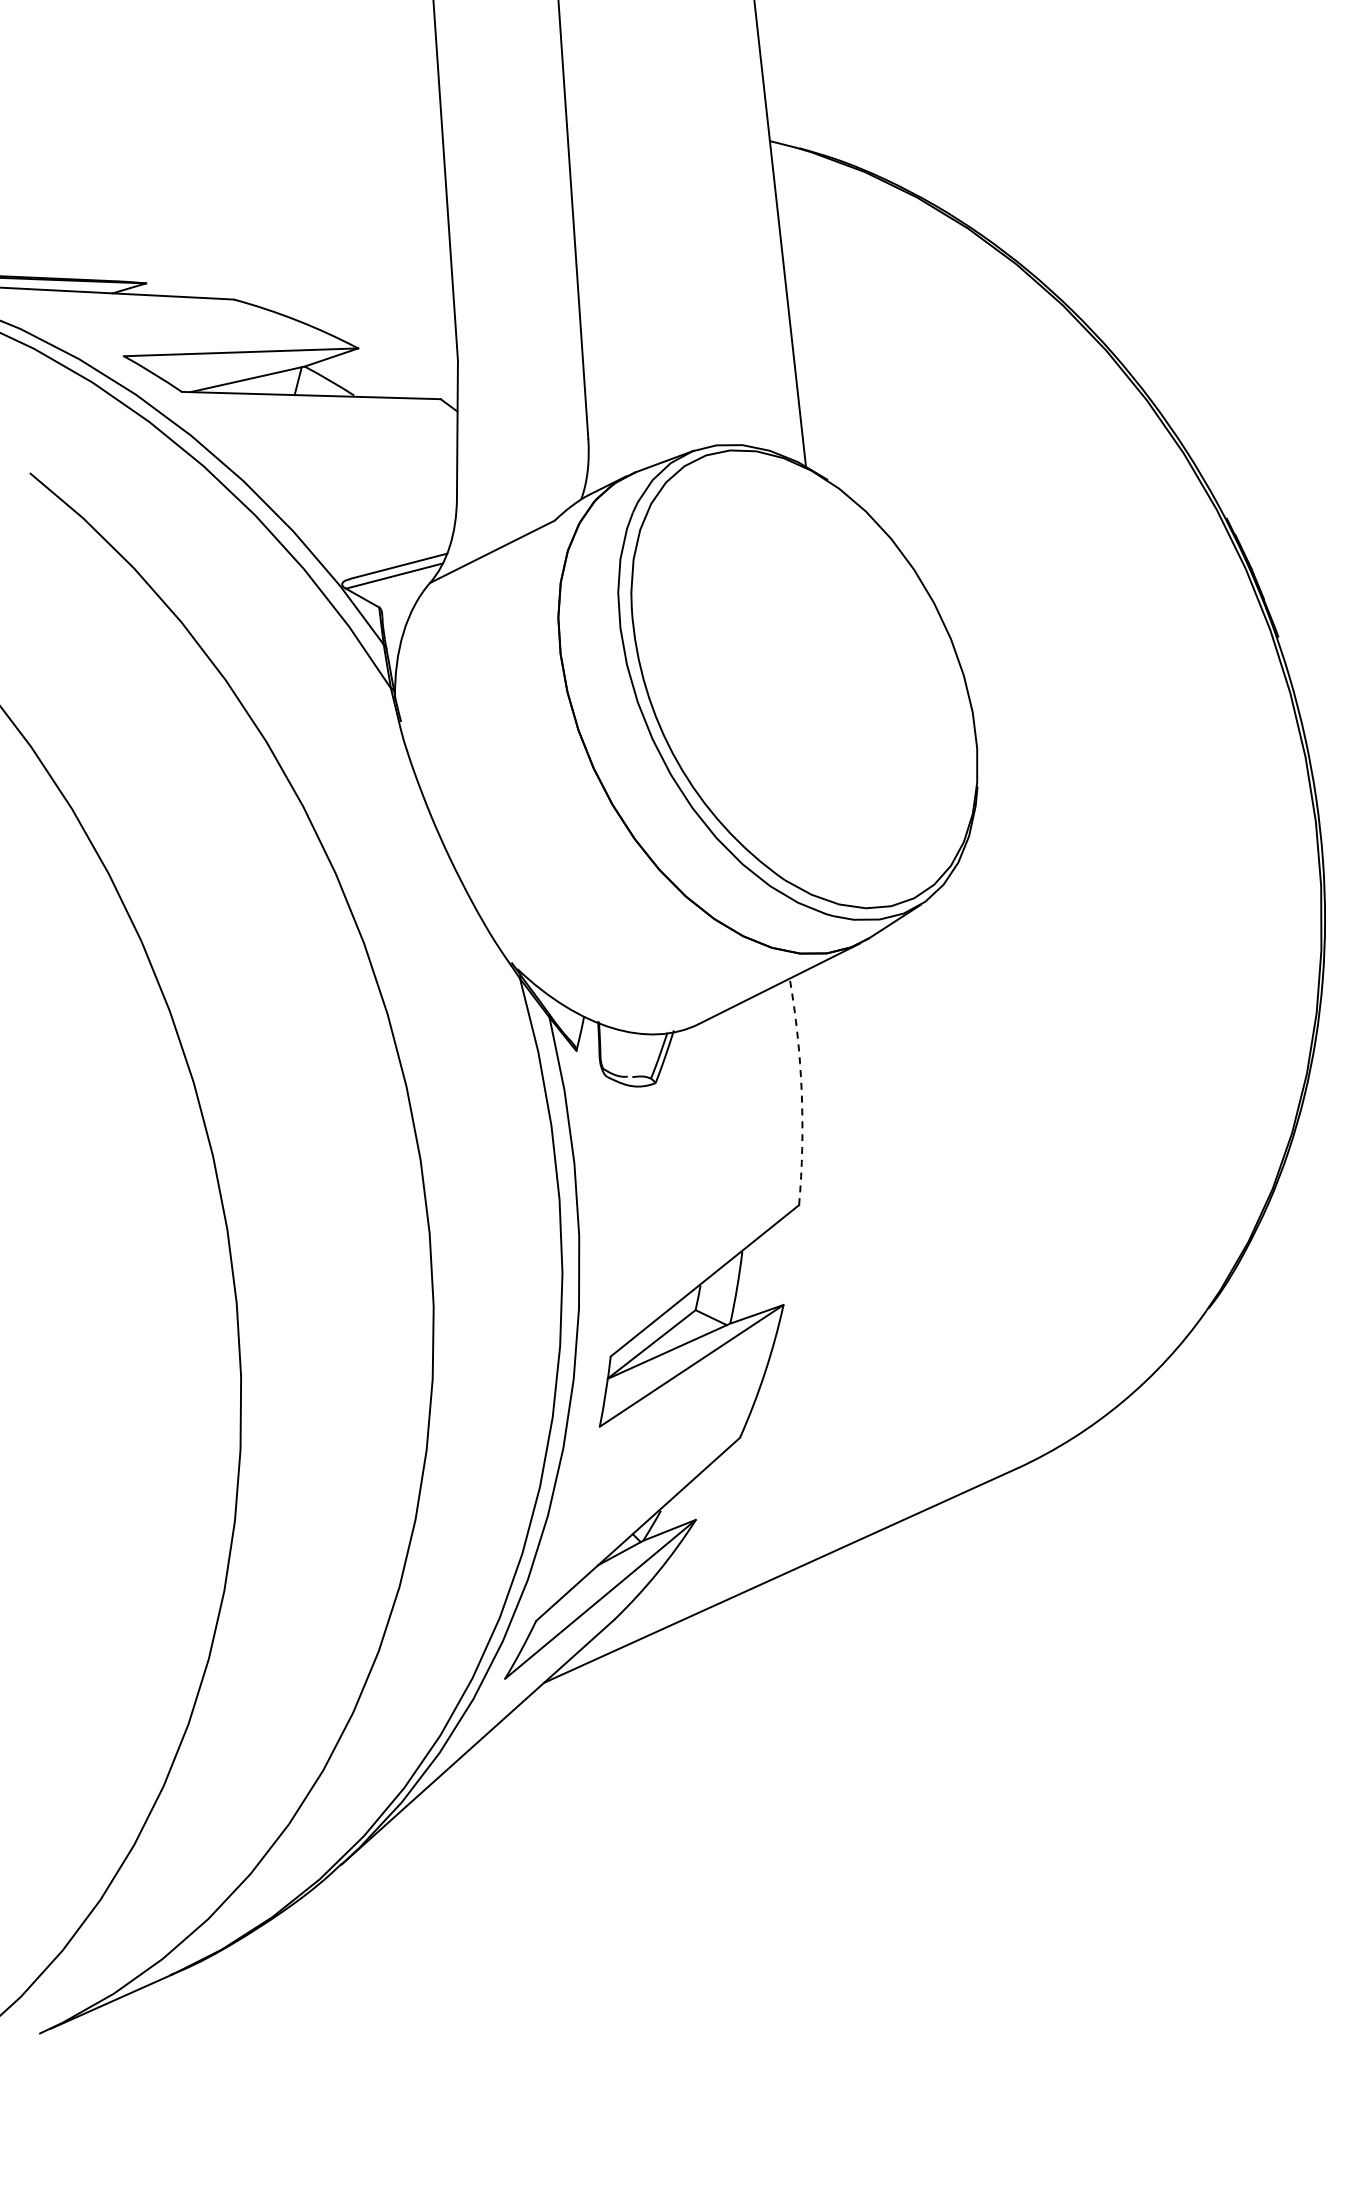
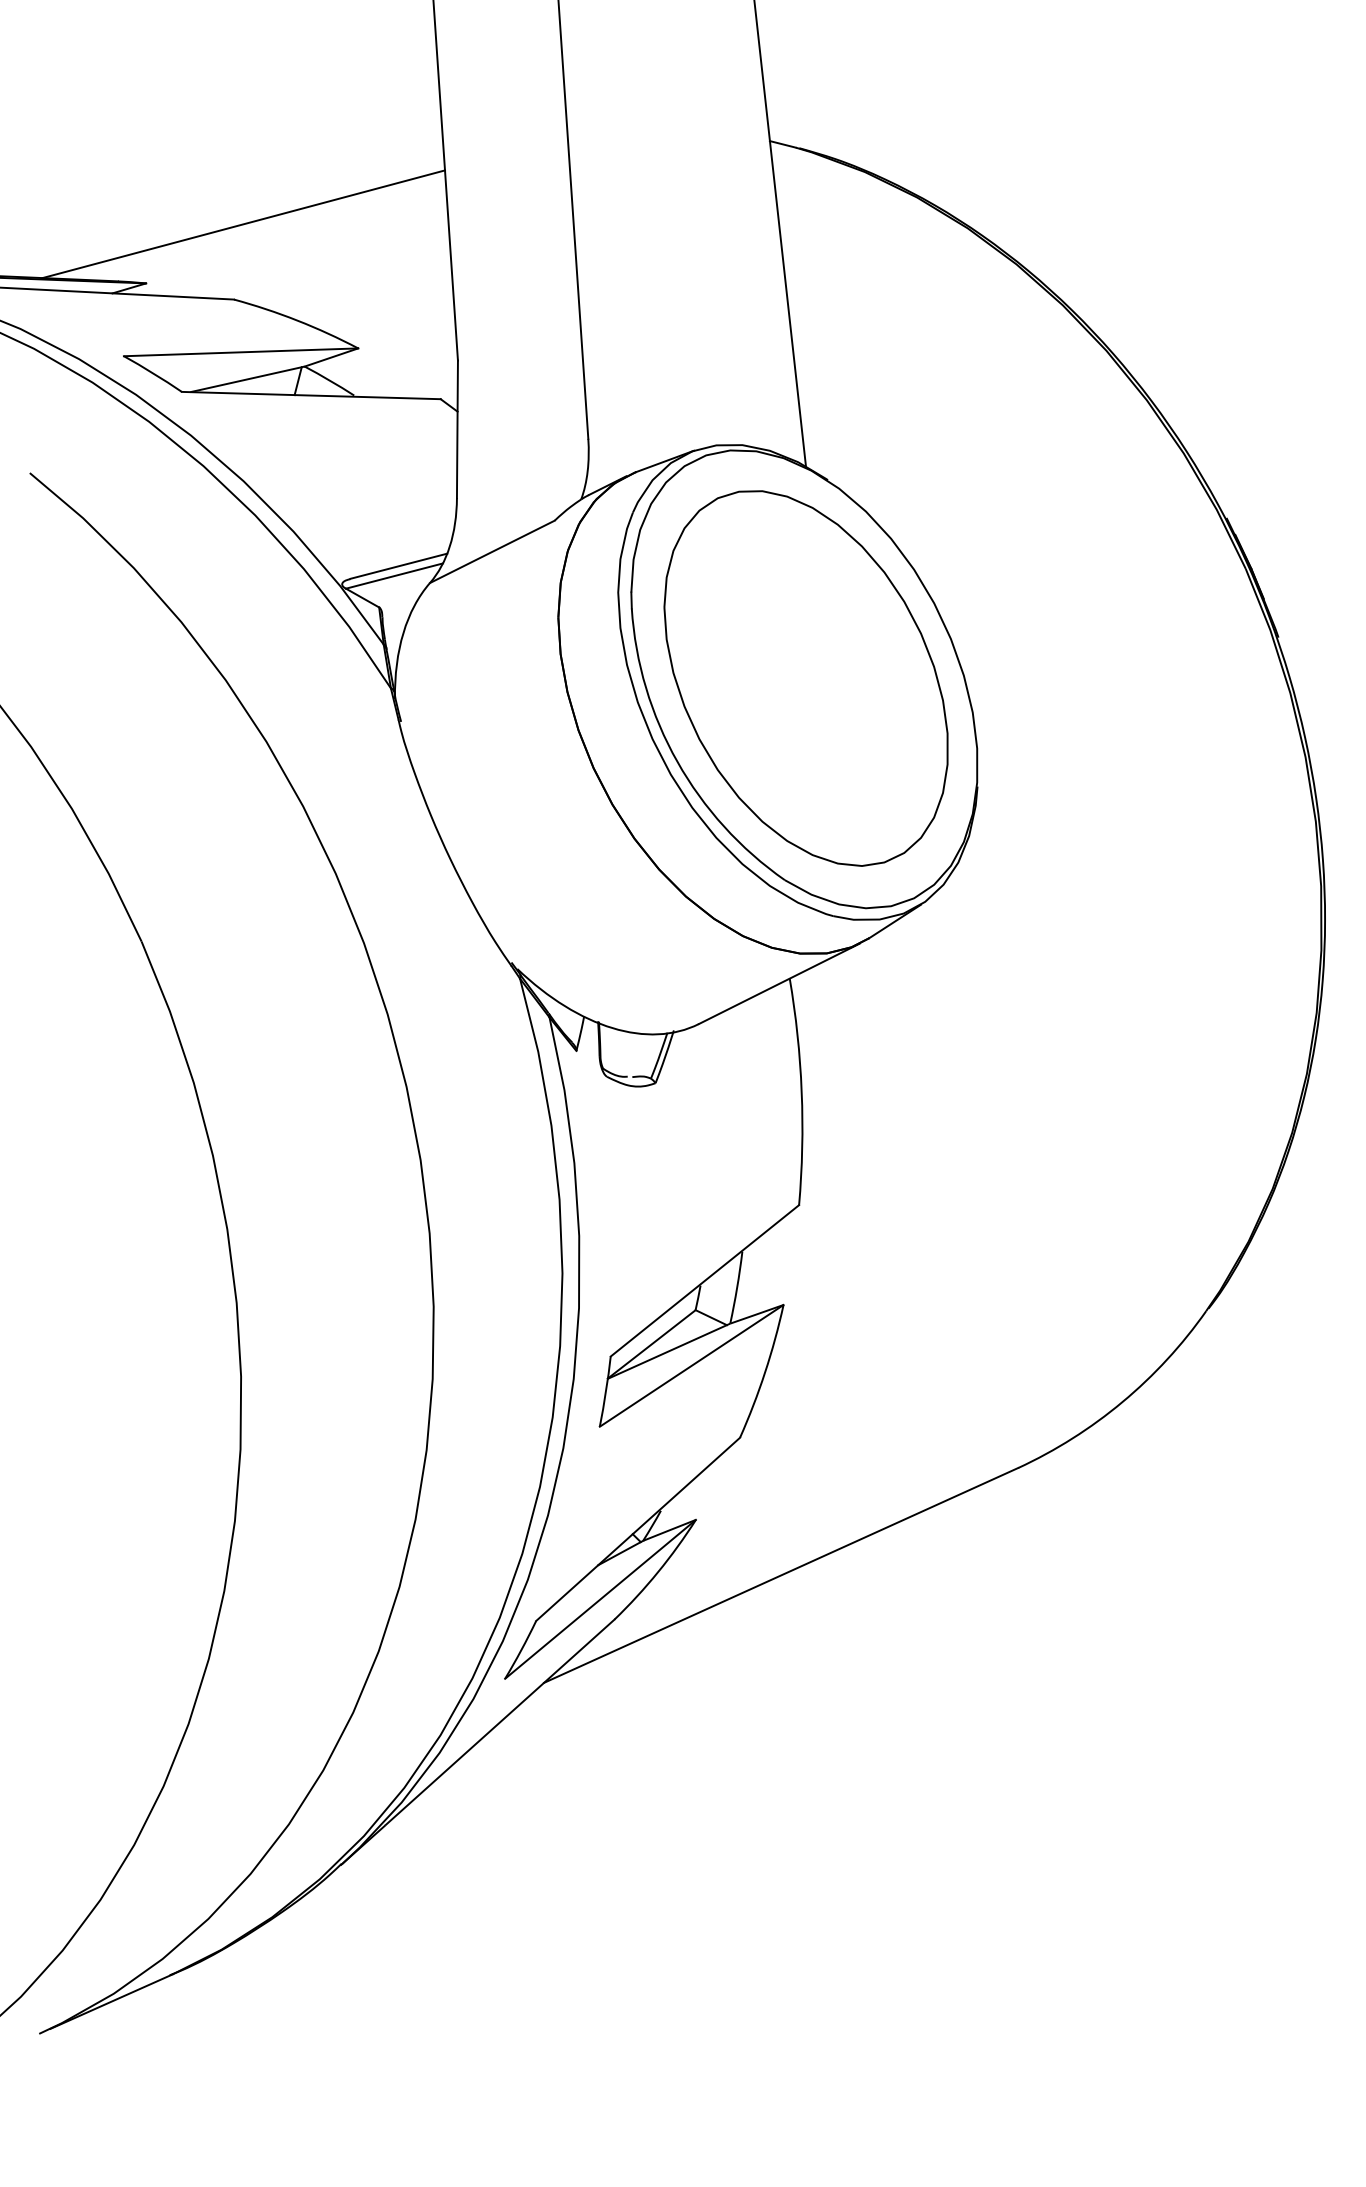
line at (243, 224): none -> present
part at (805, 678): none -> present
arc at (801, 1091): dashed -> solid
